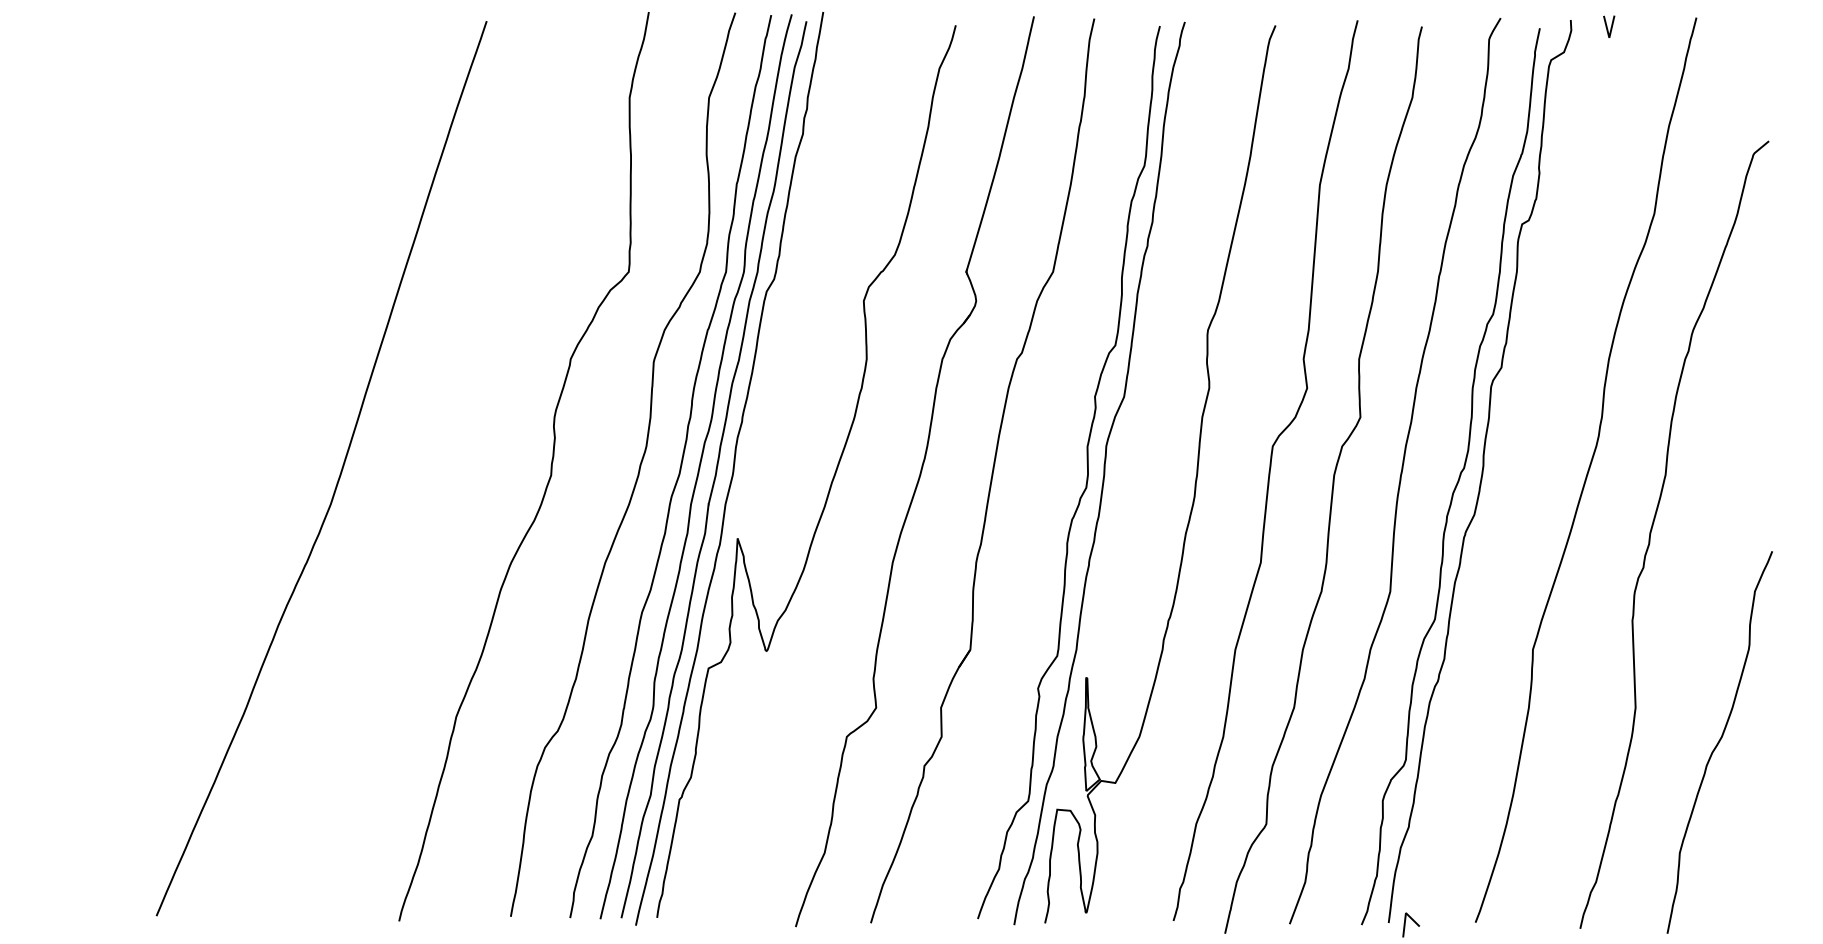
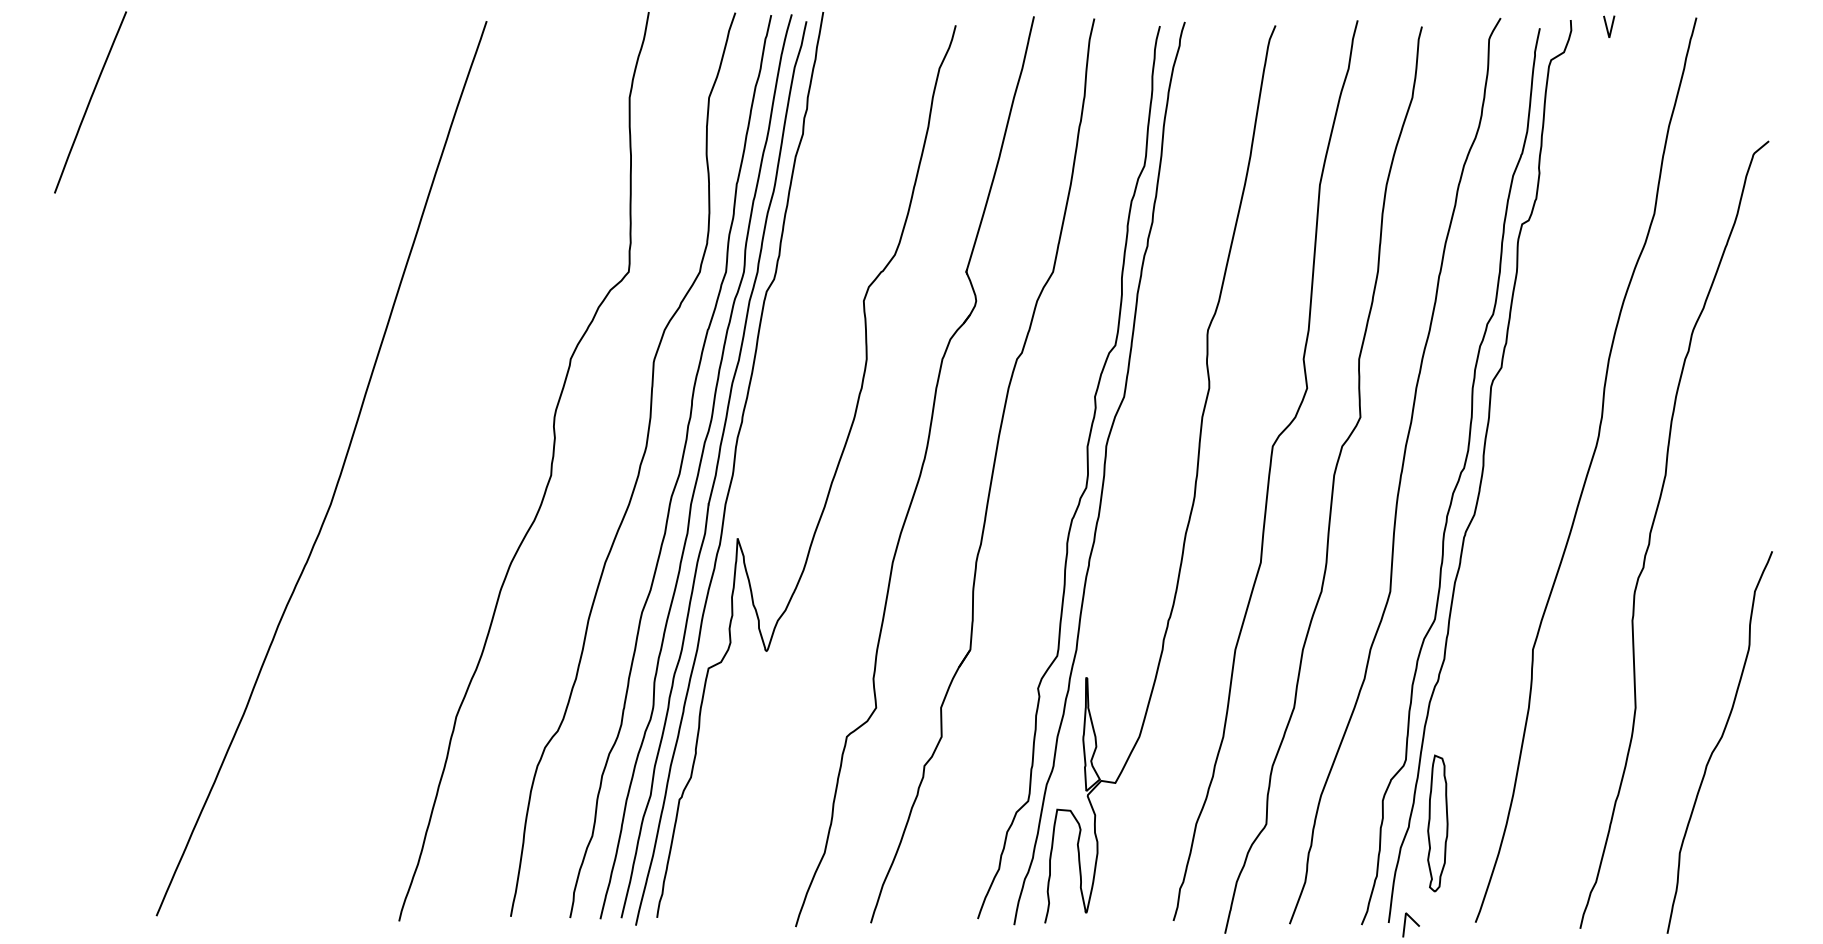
curve at (90, 102): none -> present
part at (1437, 823): none -> present
